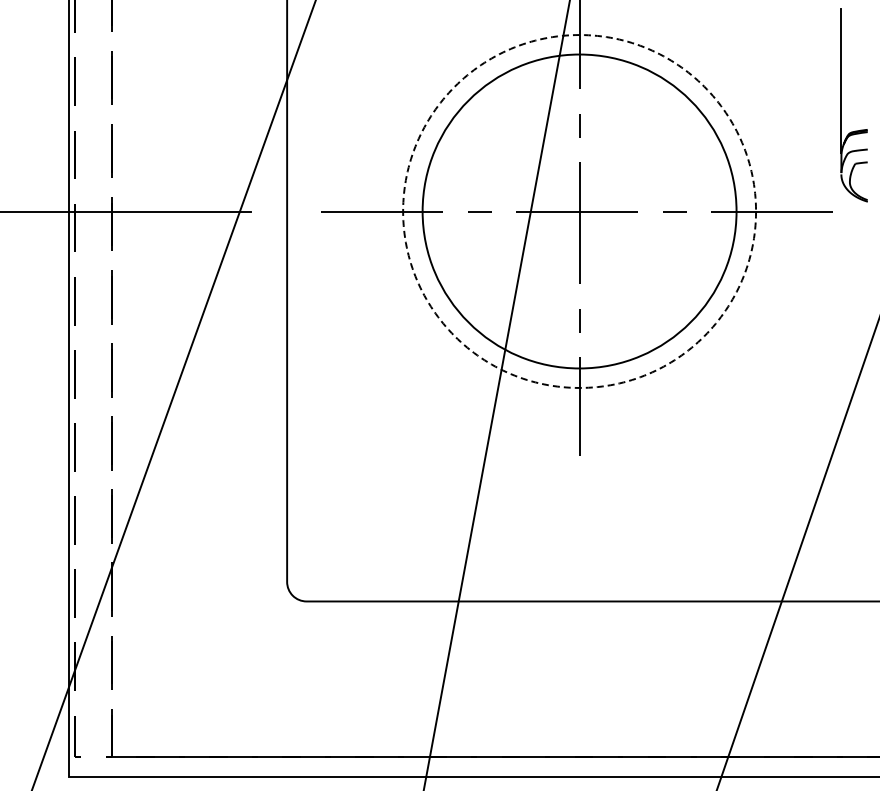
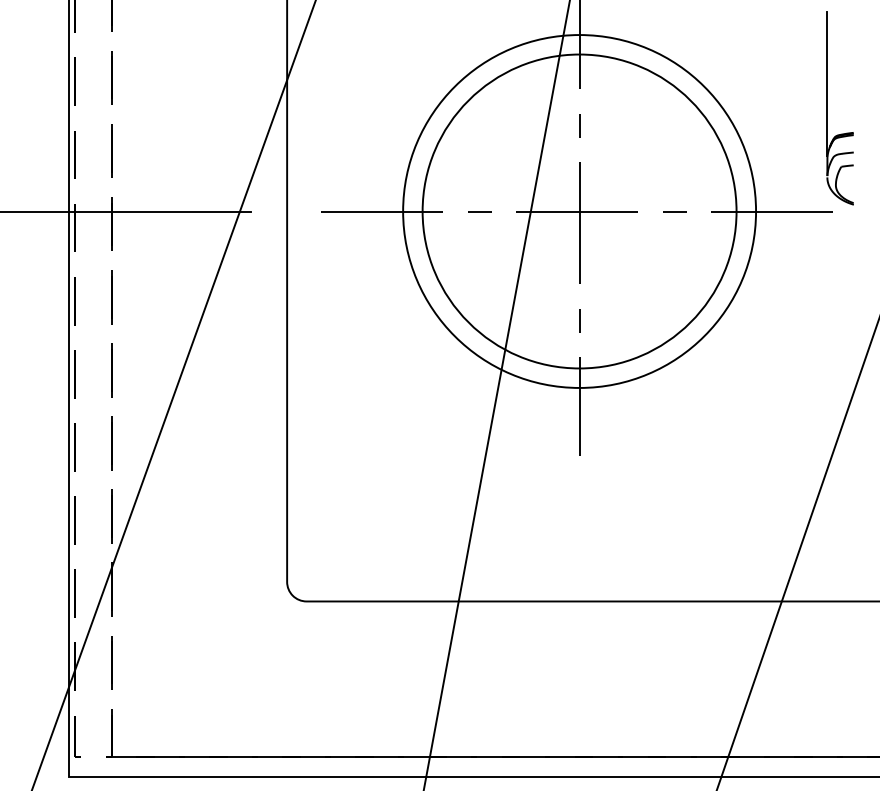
part at (841, 105) position: (841, 105) -> (827, 108)
circle at (579, 211): dashed -> solid
